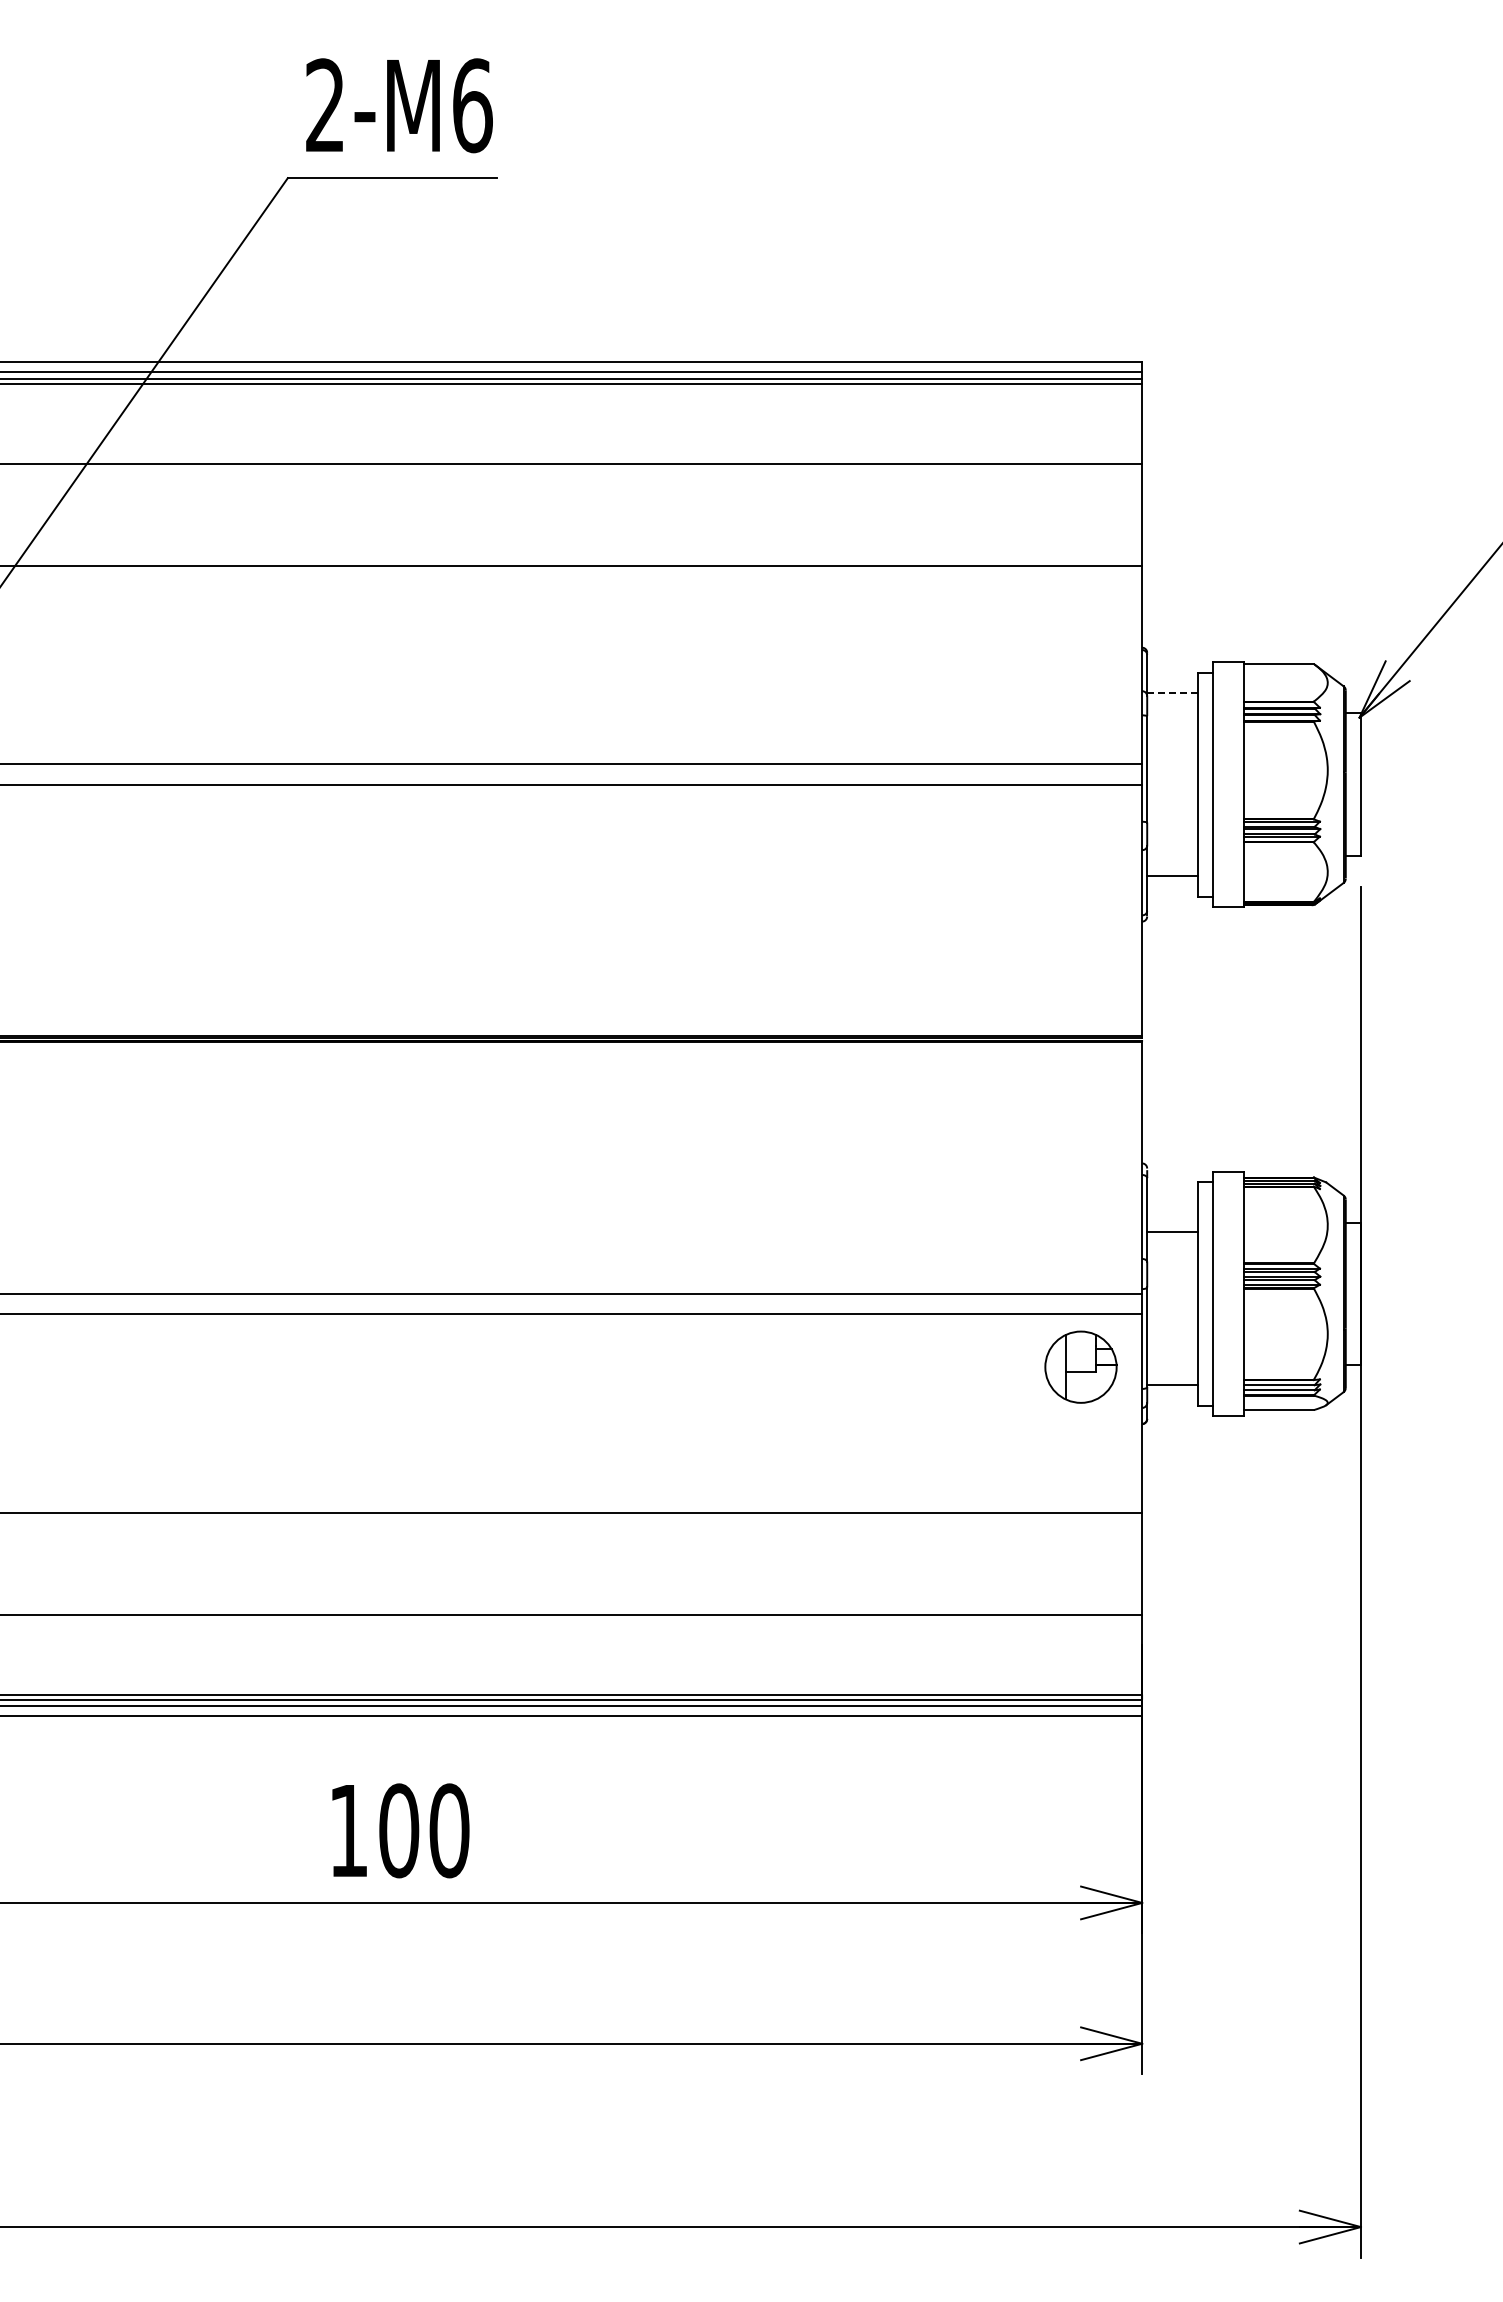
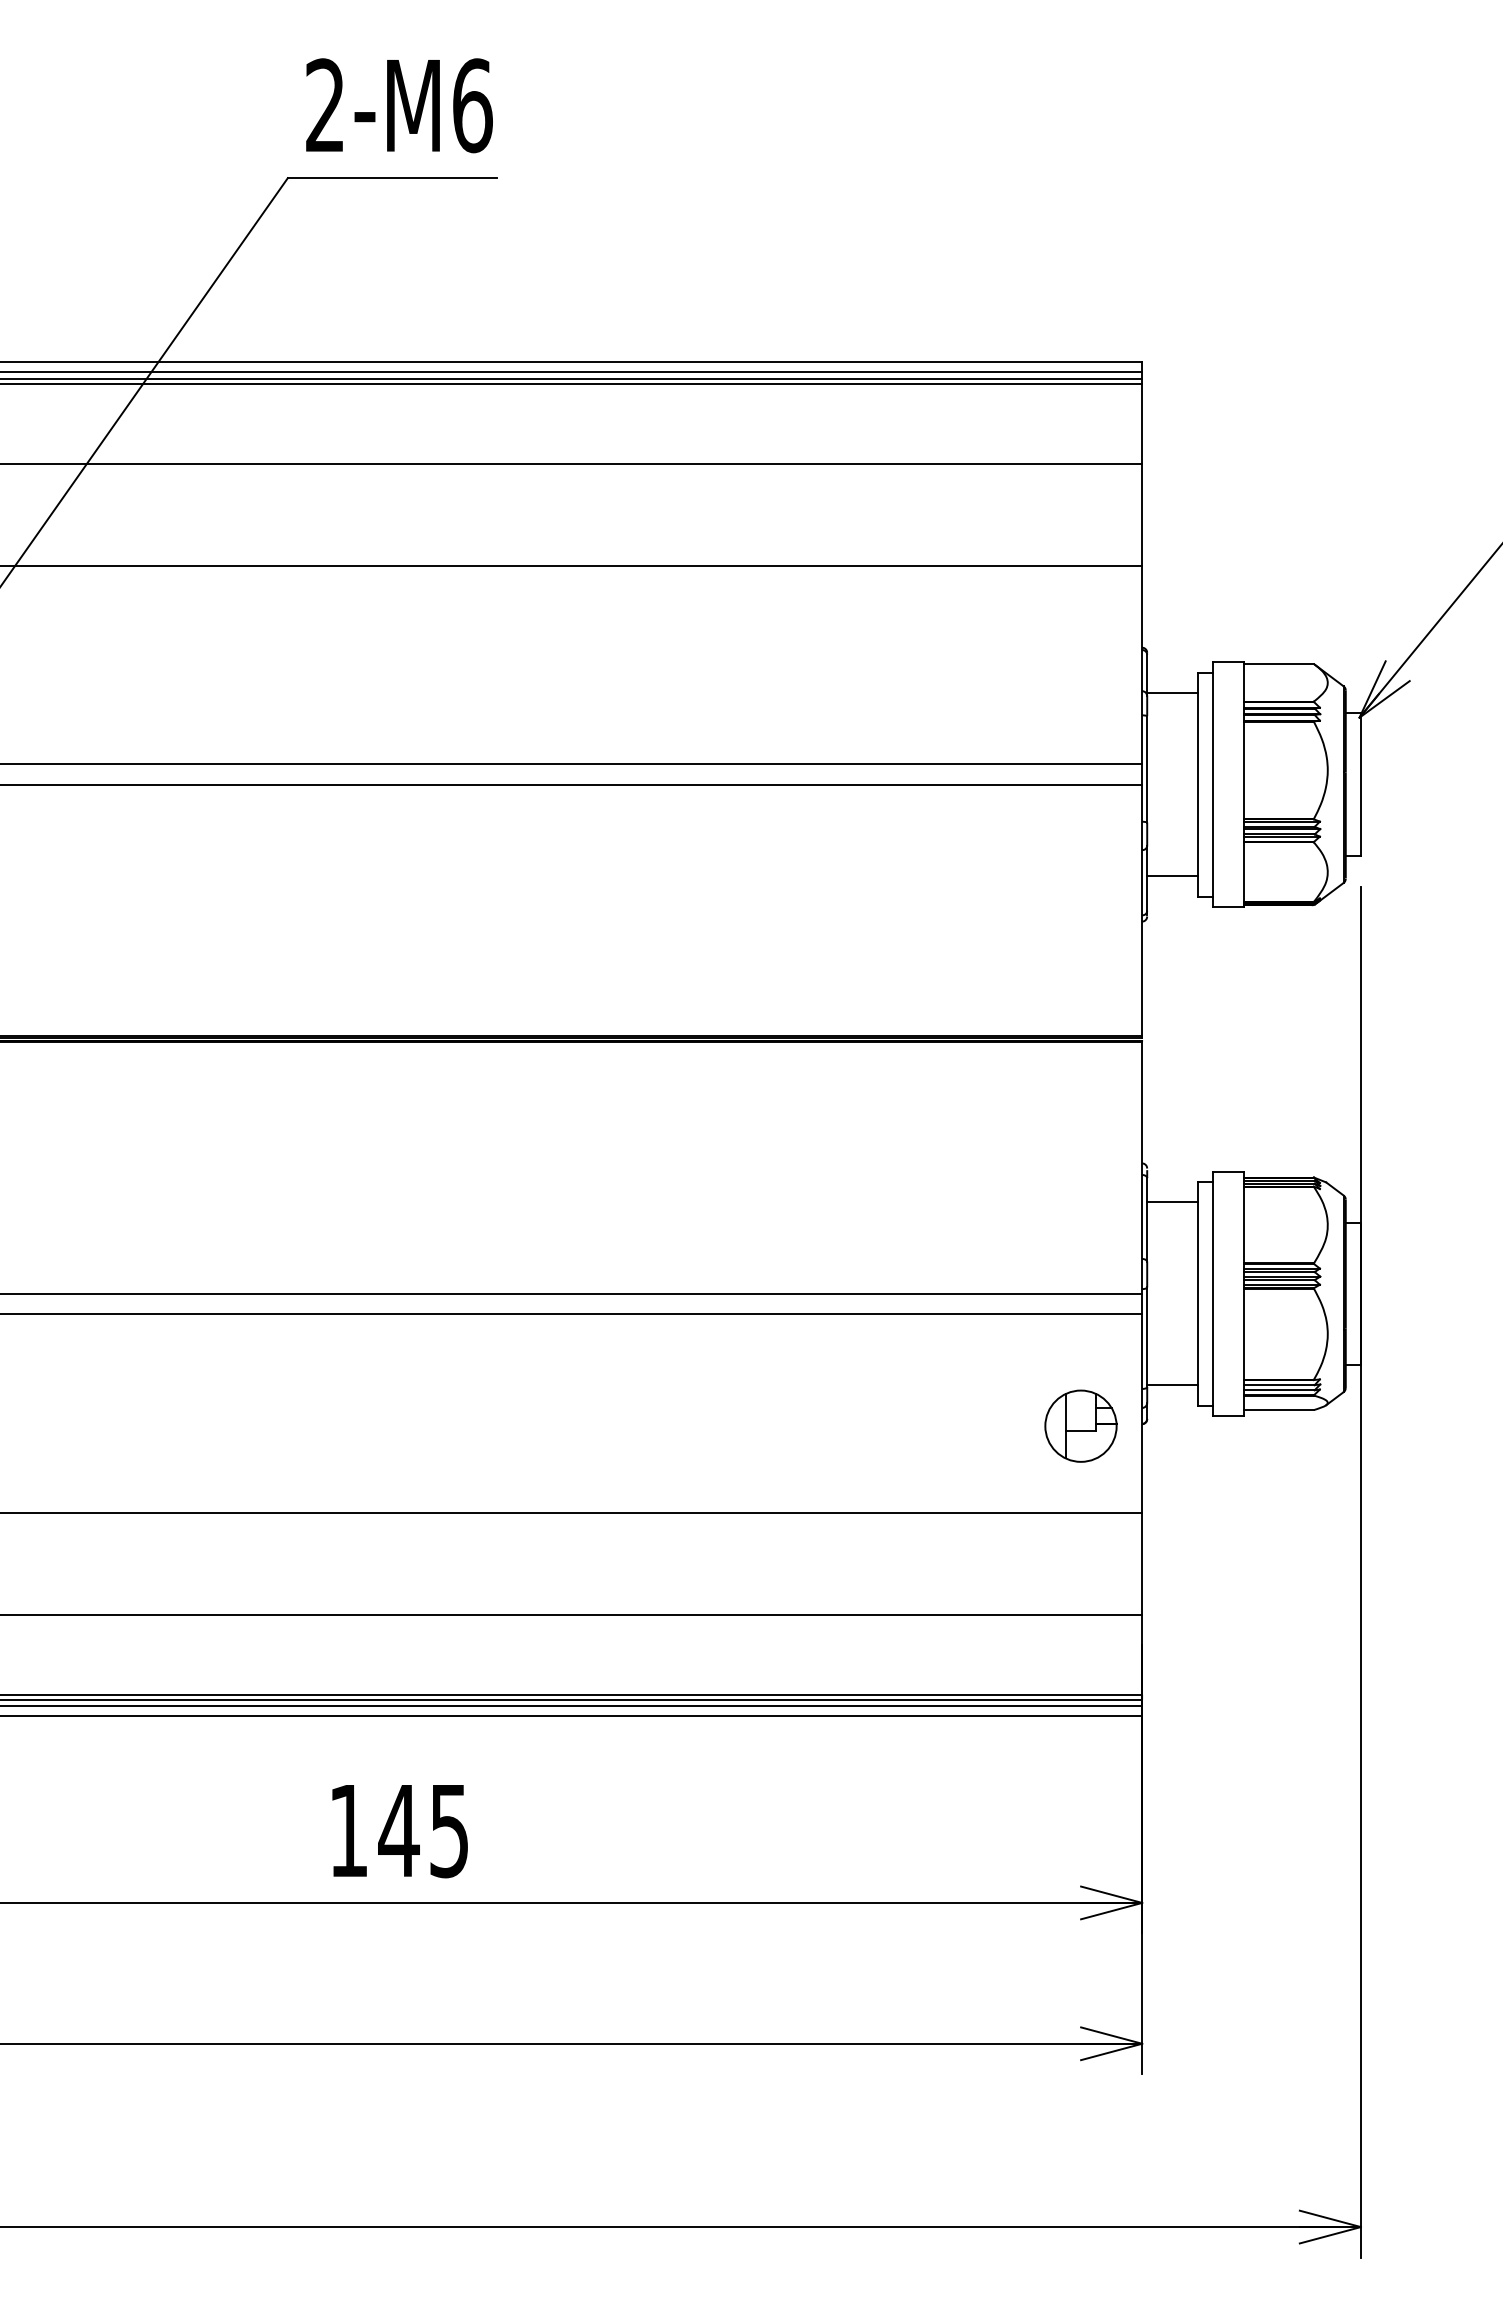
line at (1172, 693): dashed -> solid
line at (1172, 1232) position: (1172, 1232) -> (1172, 1202)
part at (1080, 1366) position: (1080, 1366) -> (1080, 1425)
text at (423, 1830): 100 -> 145
